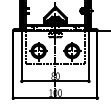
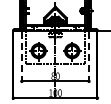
line at (21, 57): solid -> dashed
line at (89, 57): solid -> dashed
